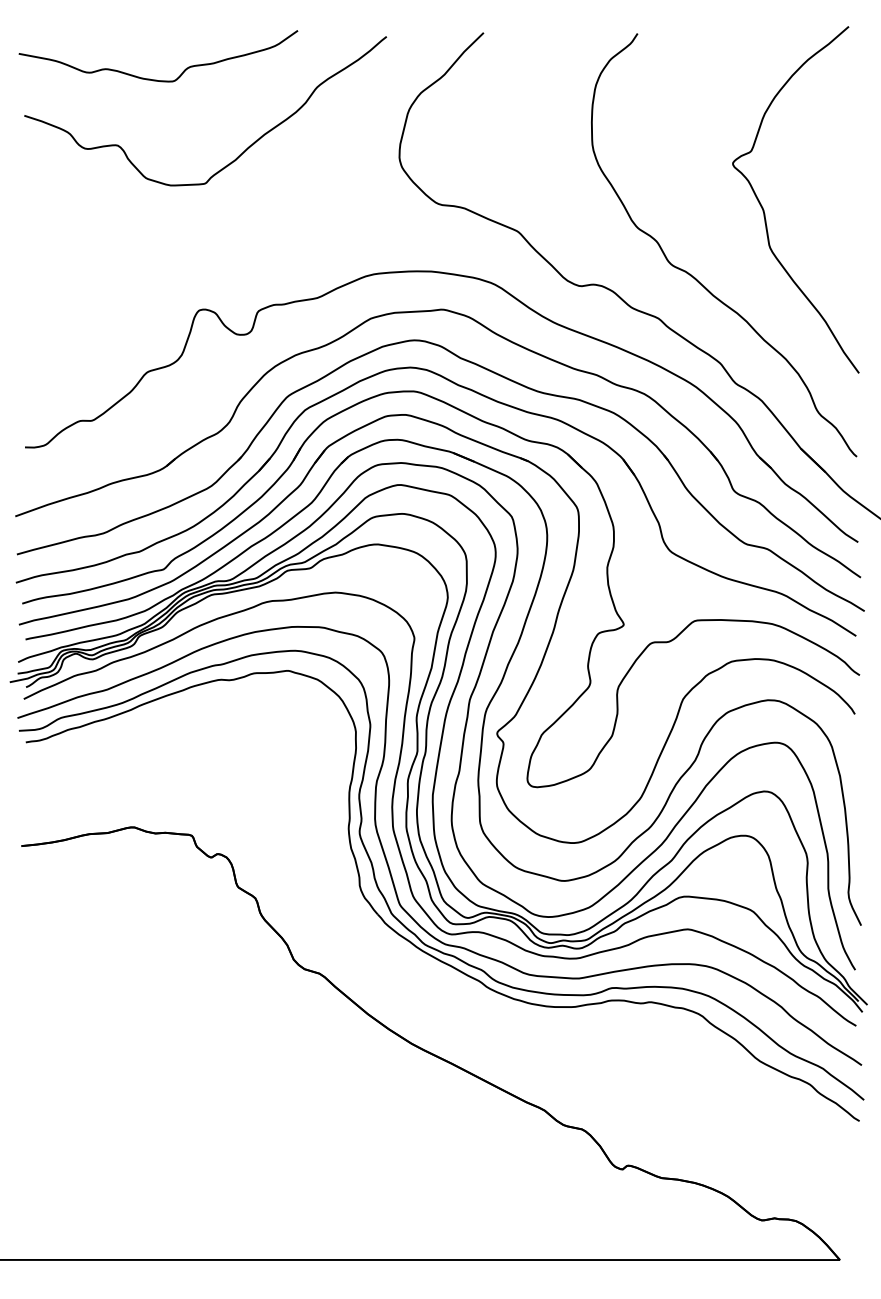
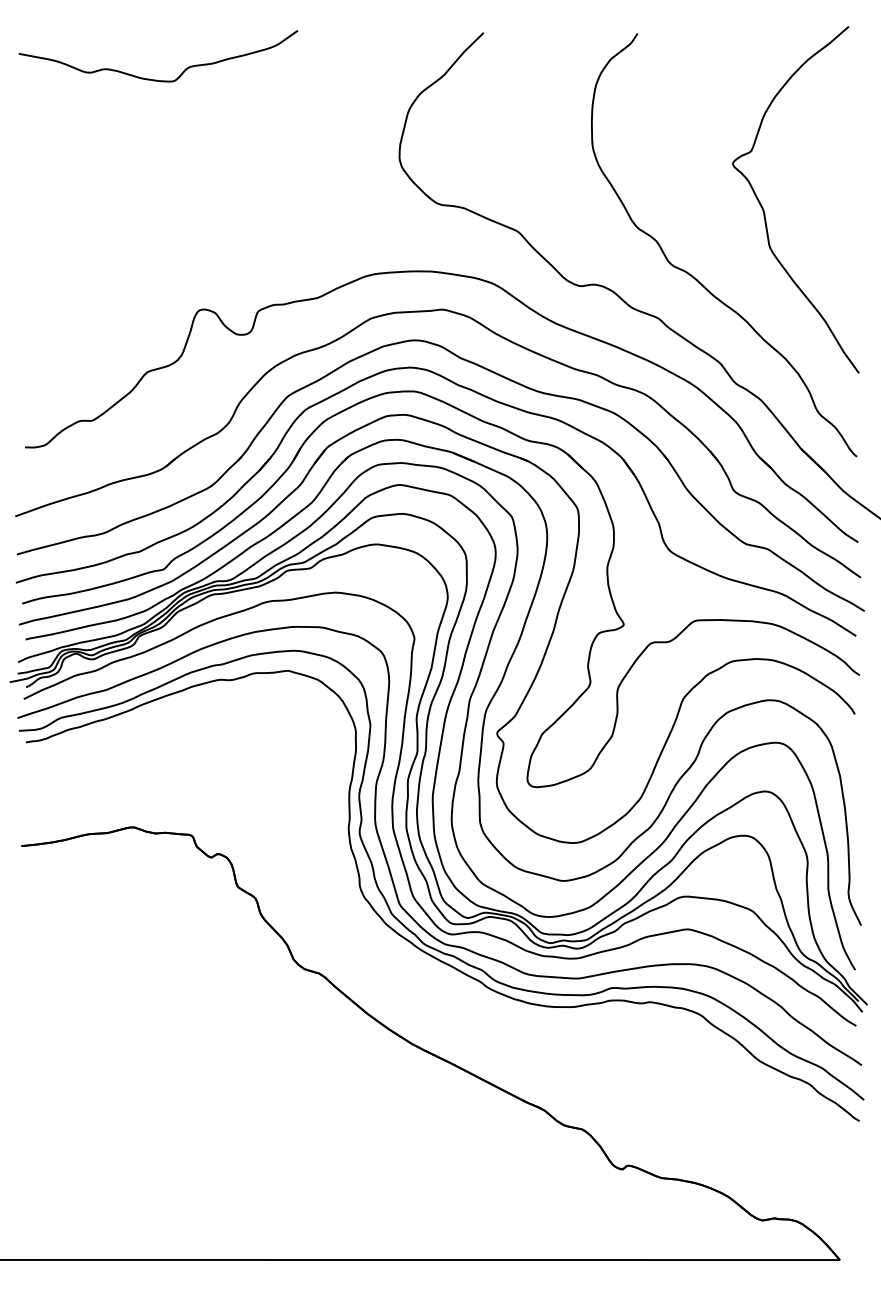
curve at (238, 155): present -> none
